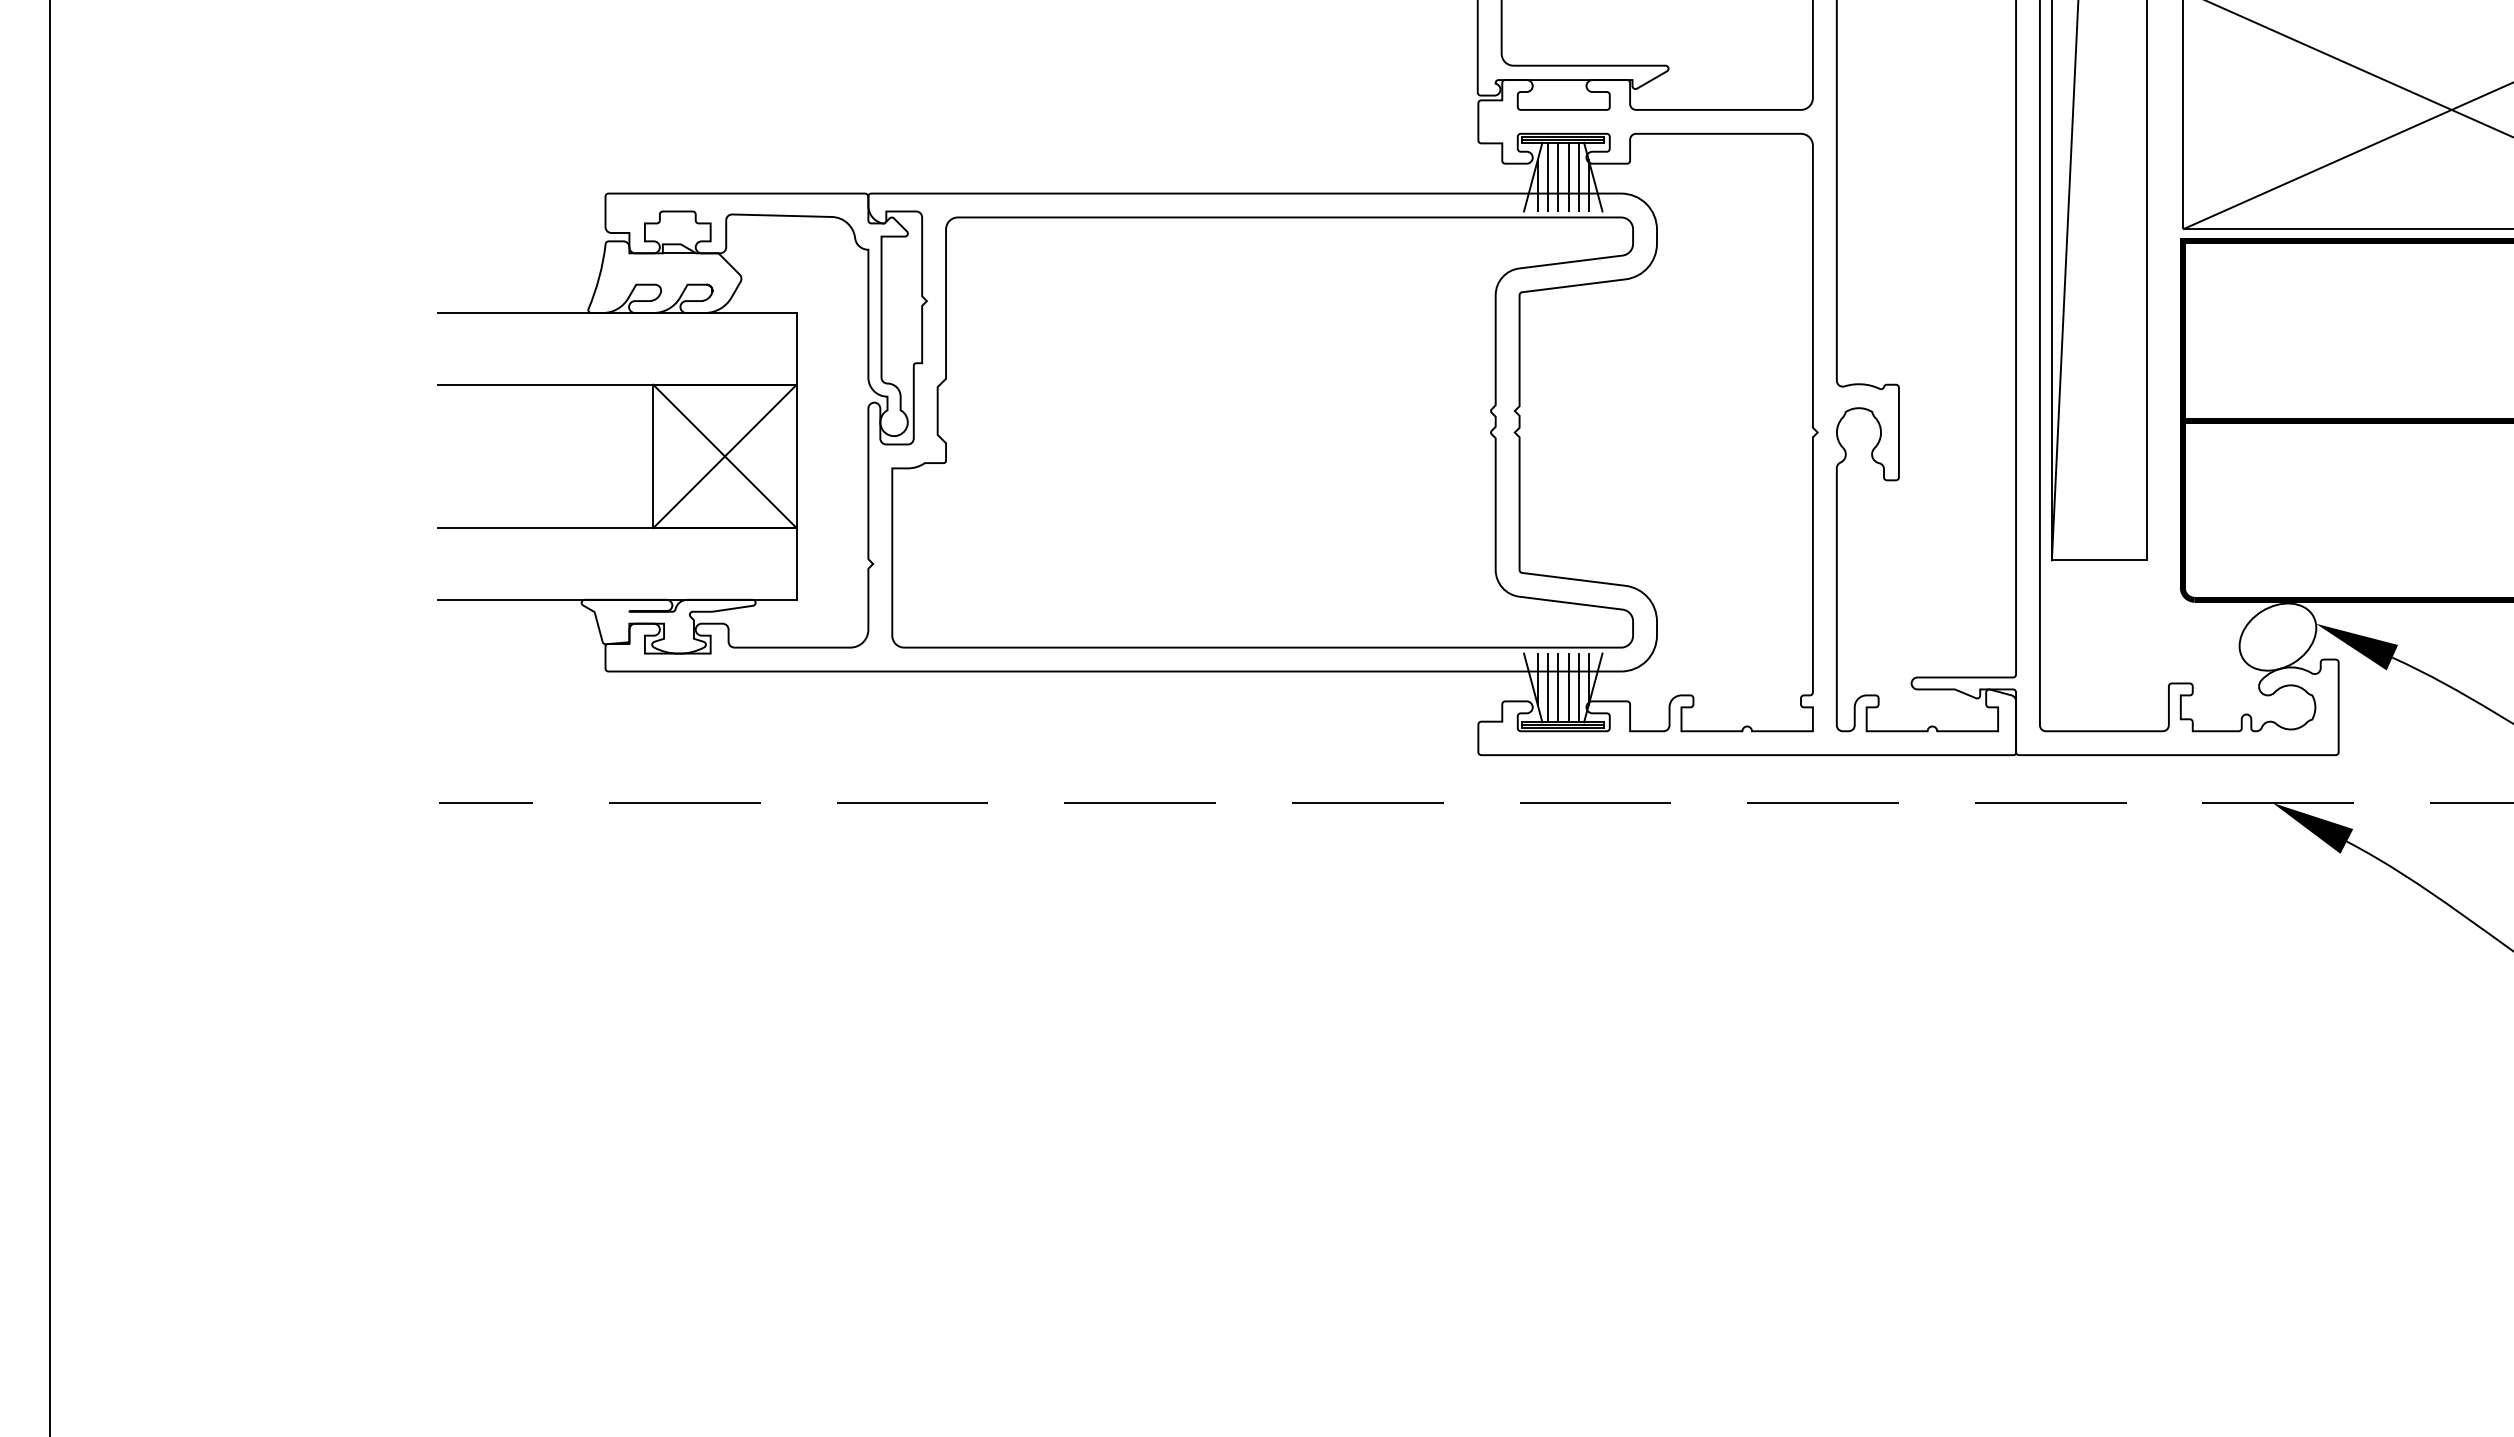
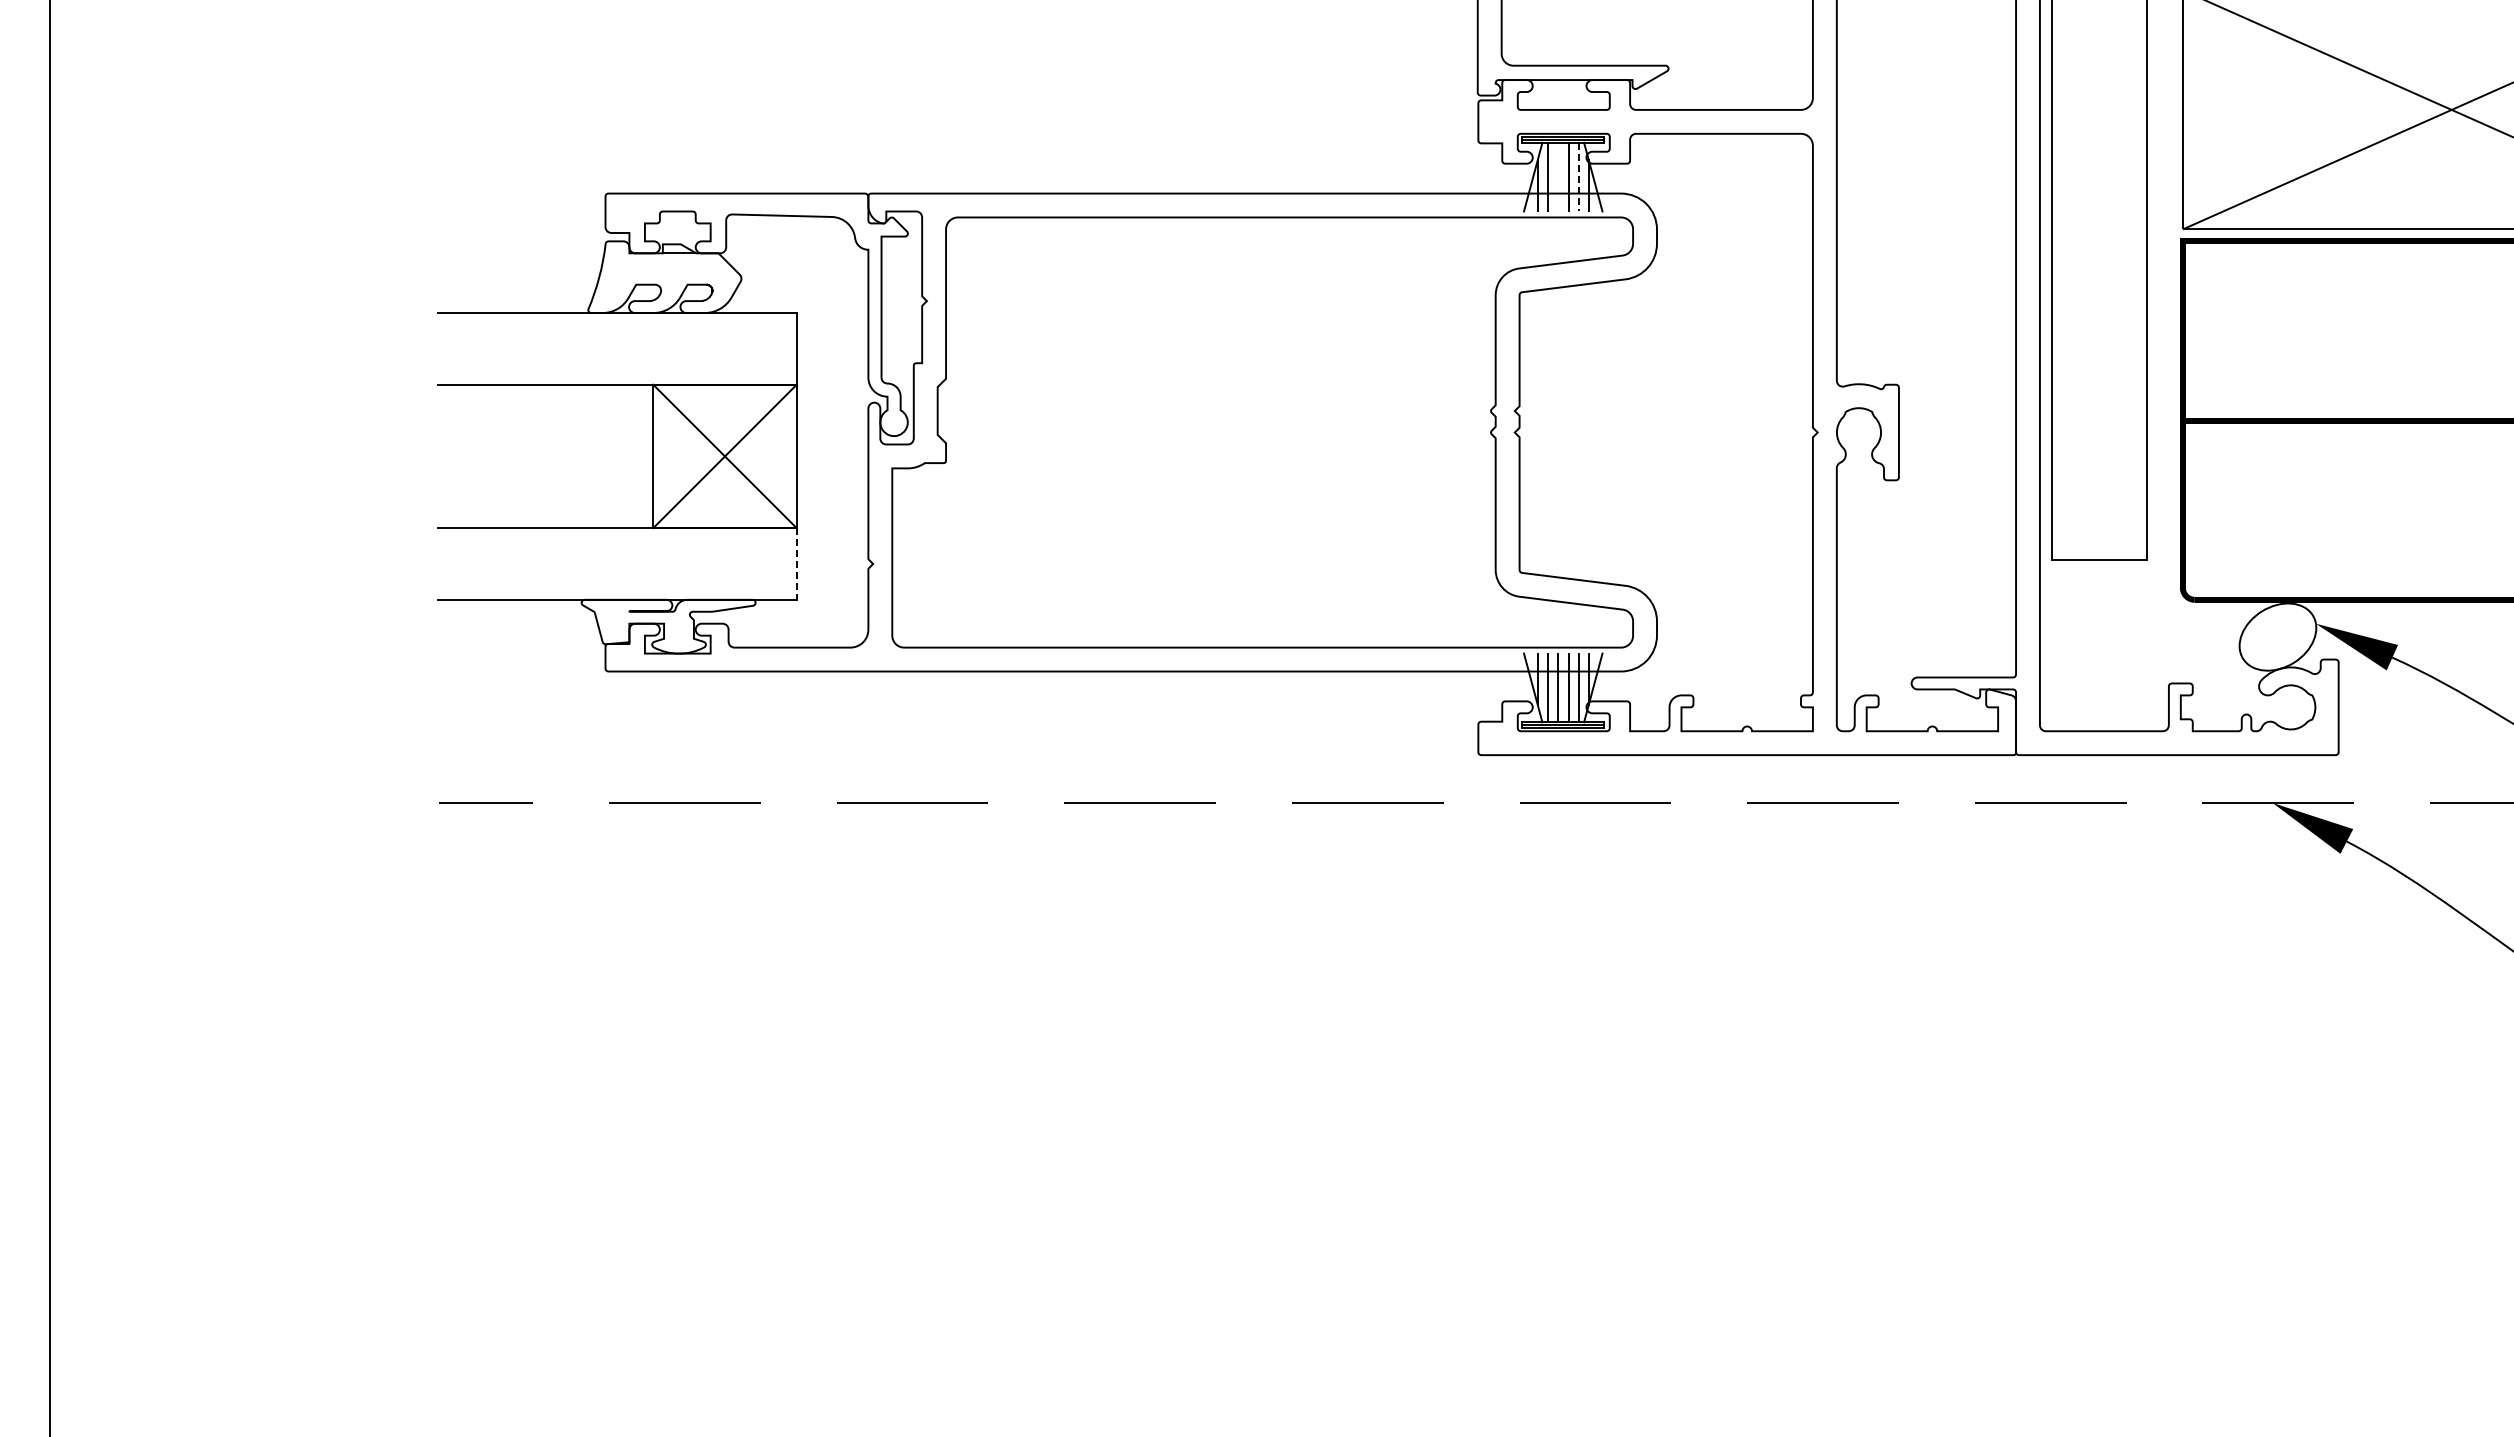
line at (1557, 176): present -> none
line at (1578, 177): solid -> dashed
line at (2064, 281): present -> none
line at (796, 563): solid -> dashed
